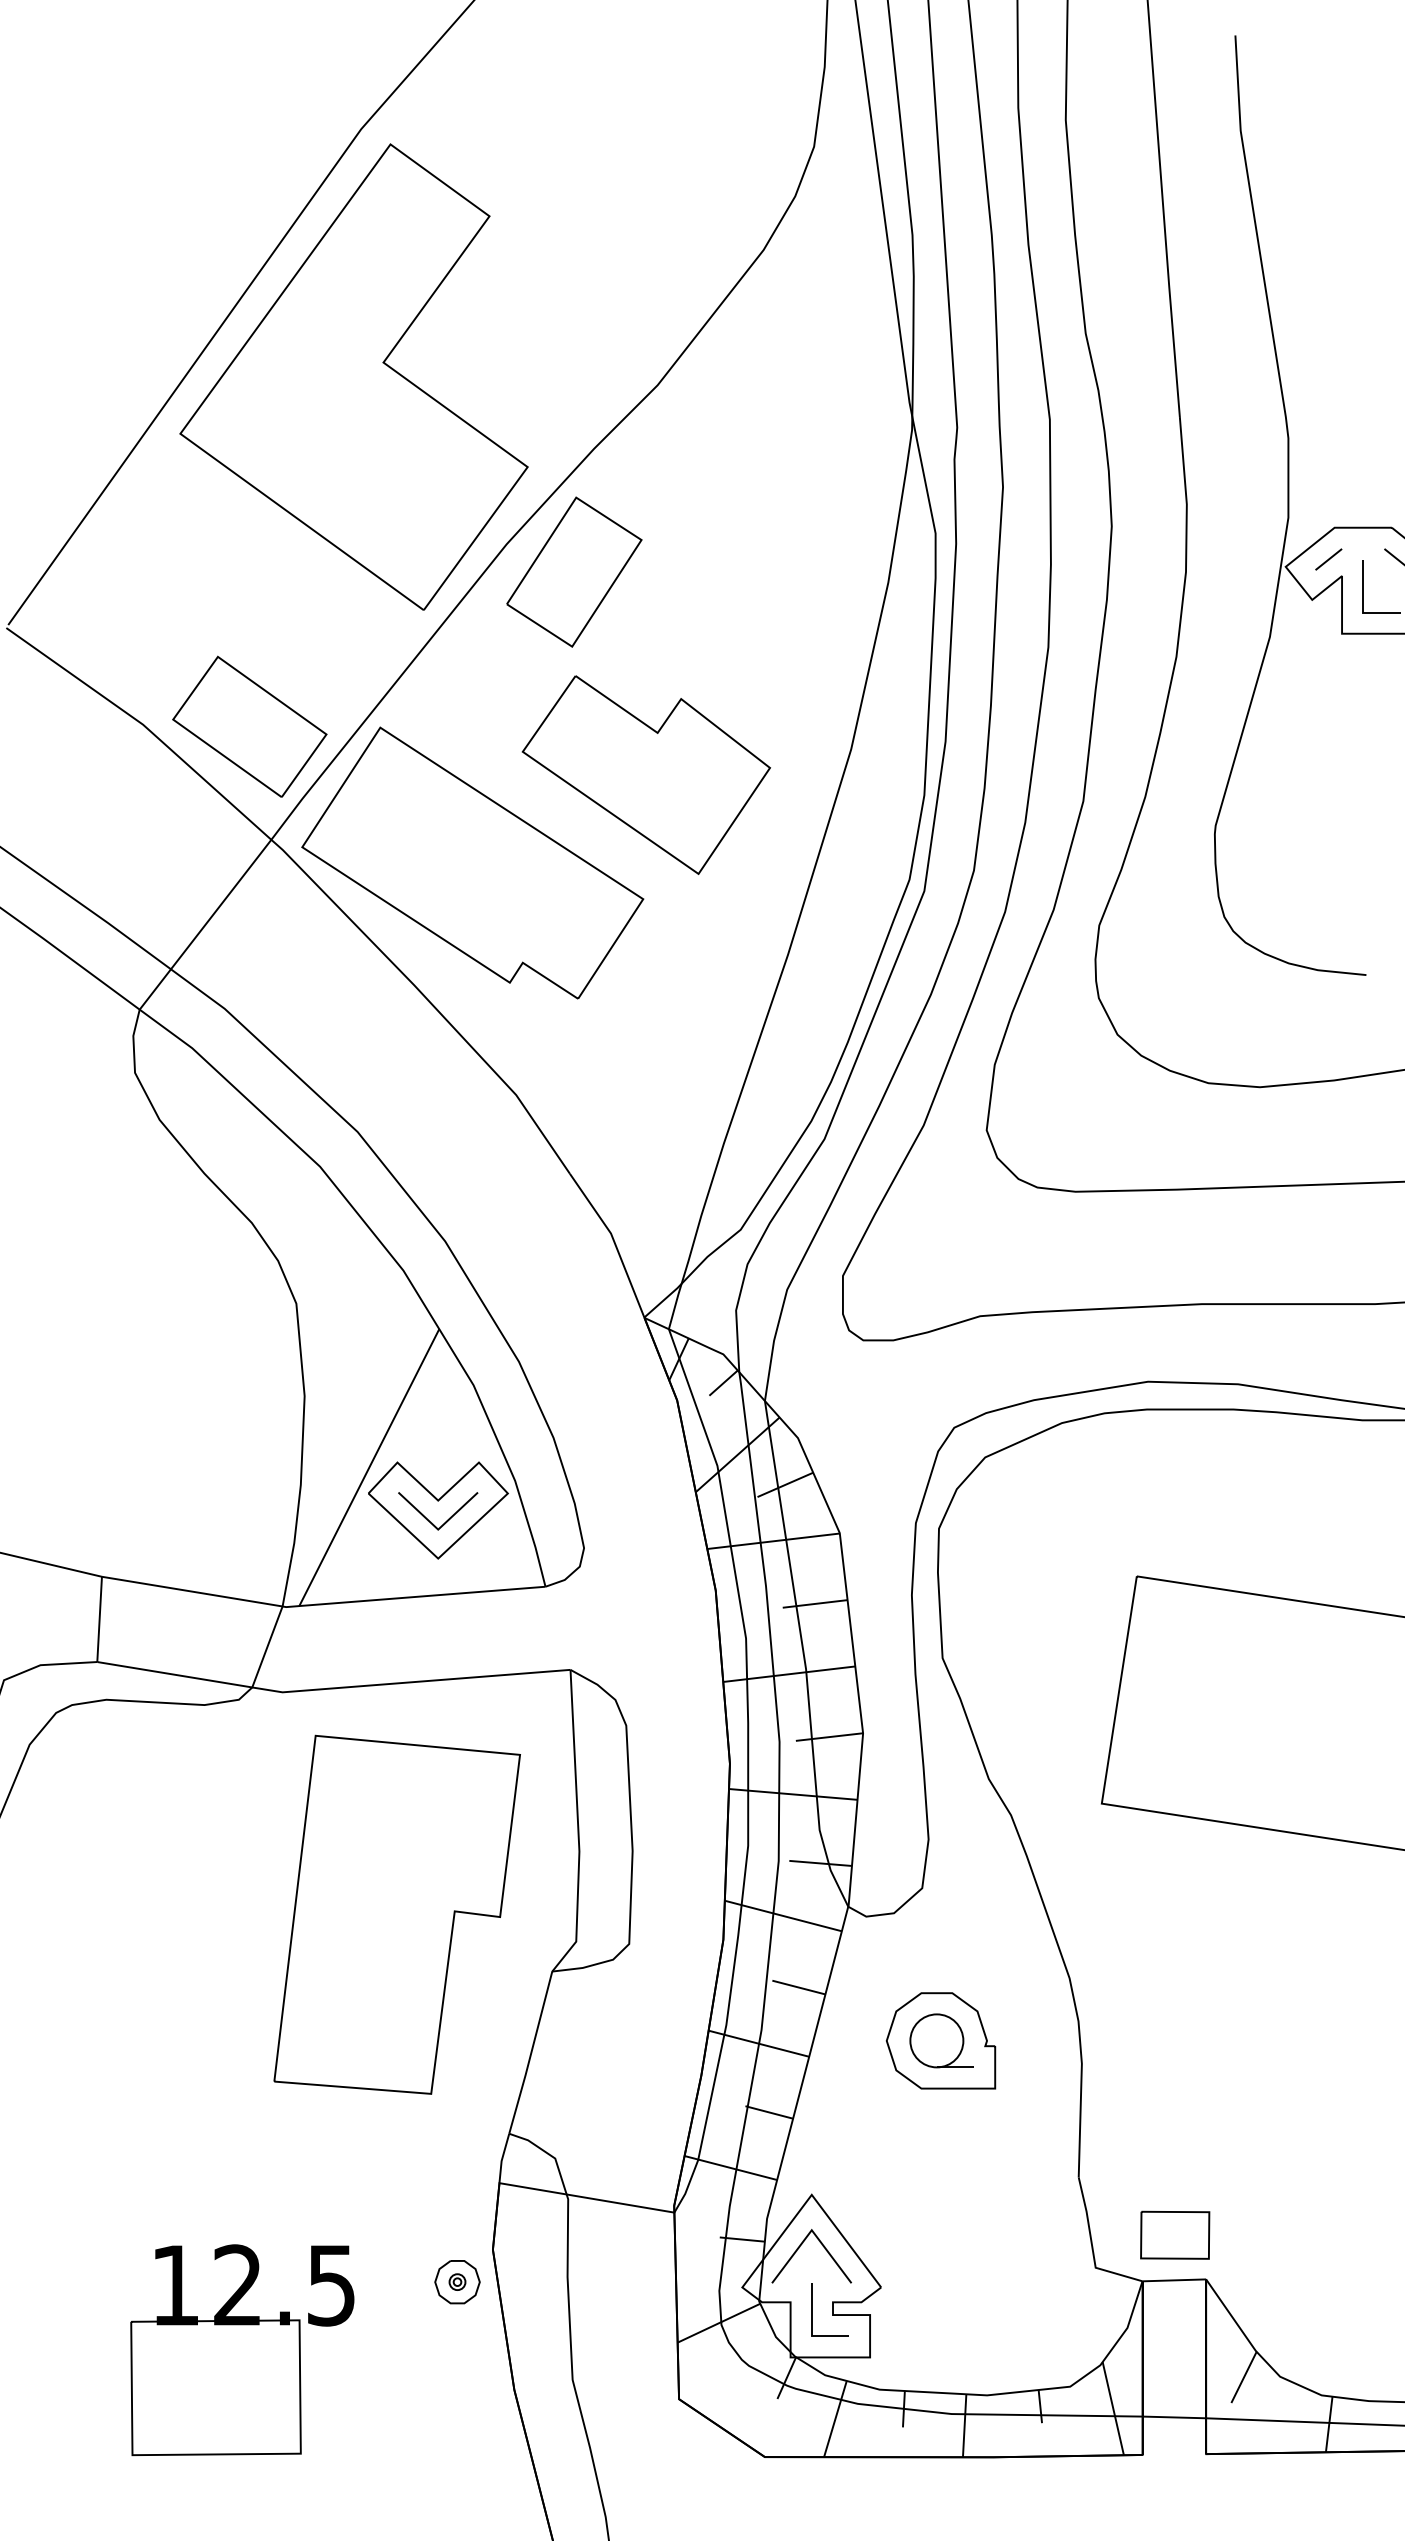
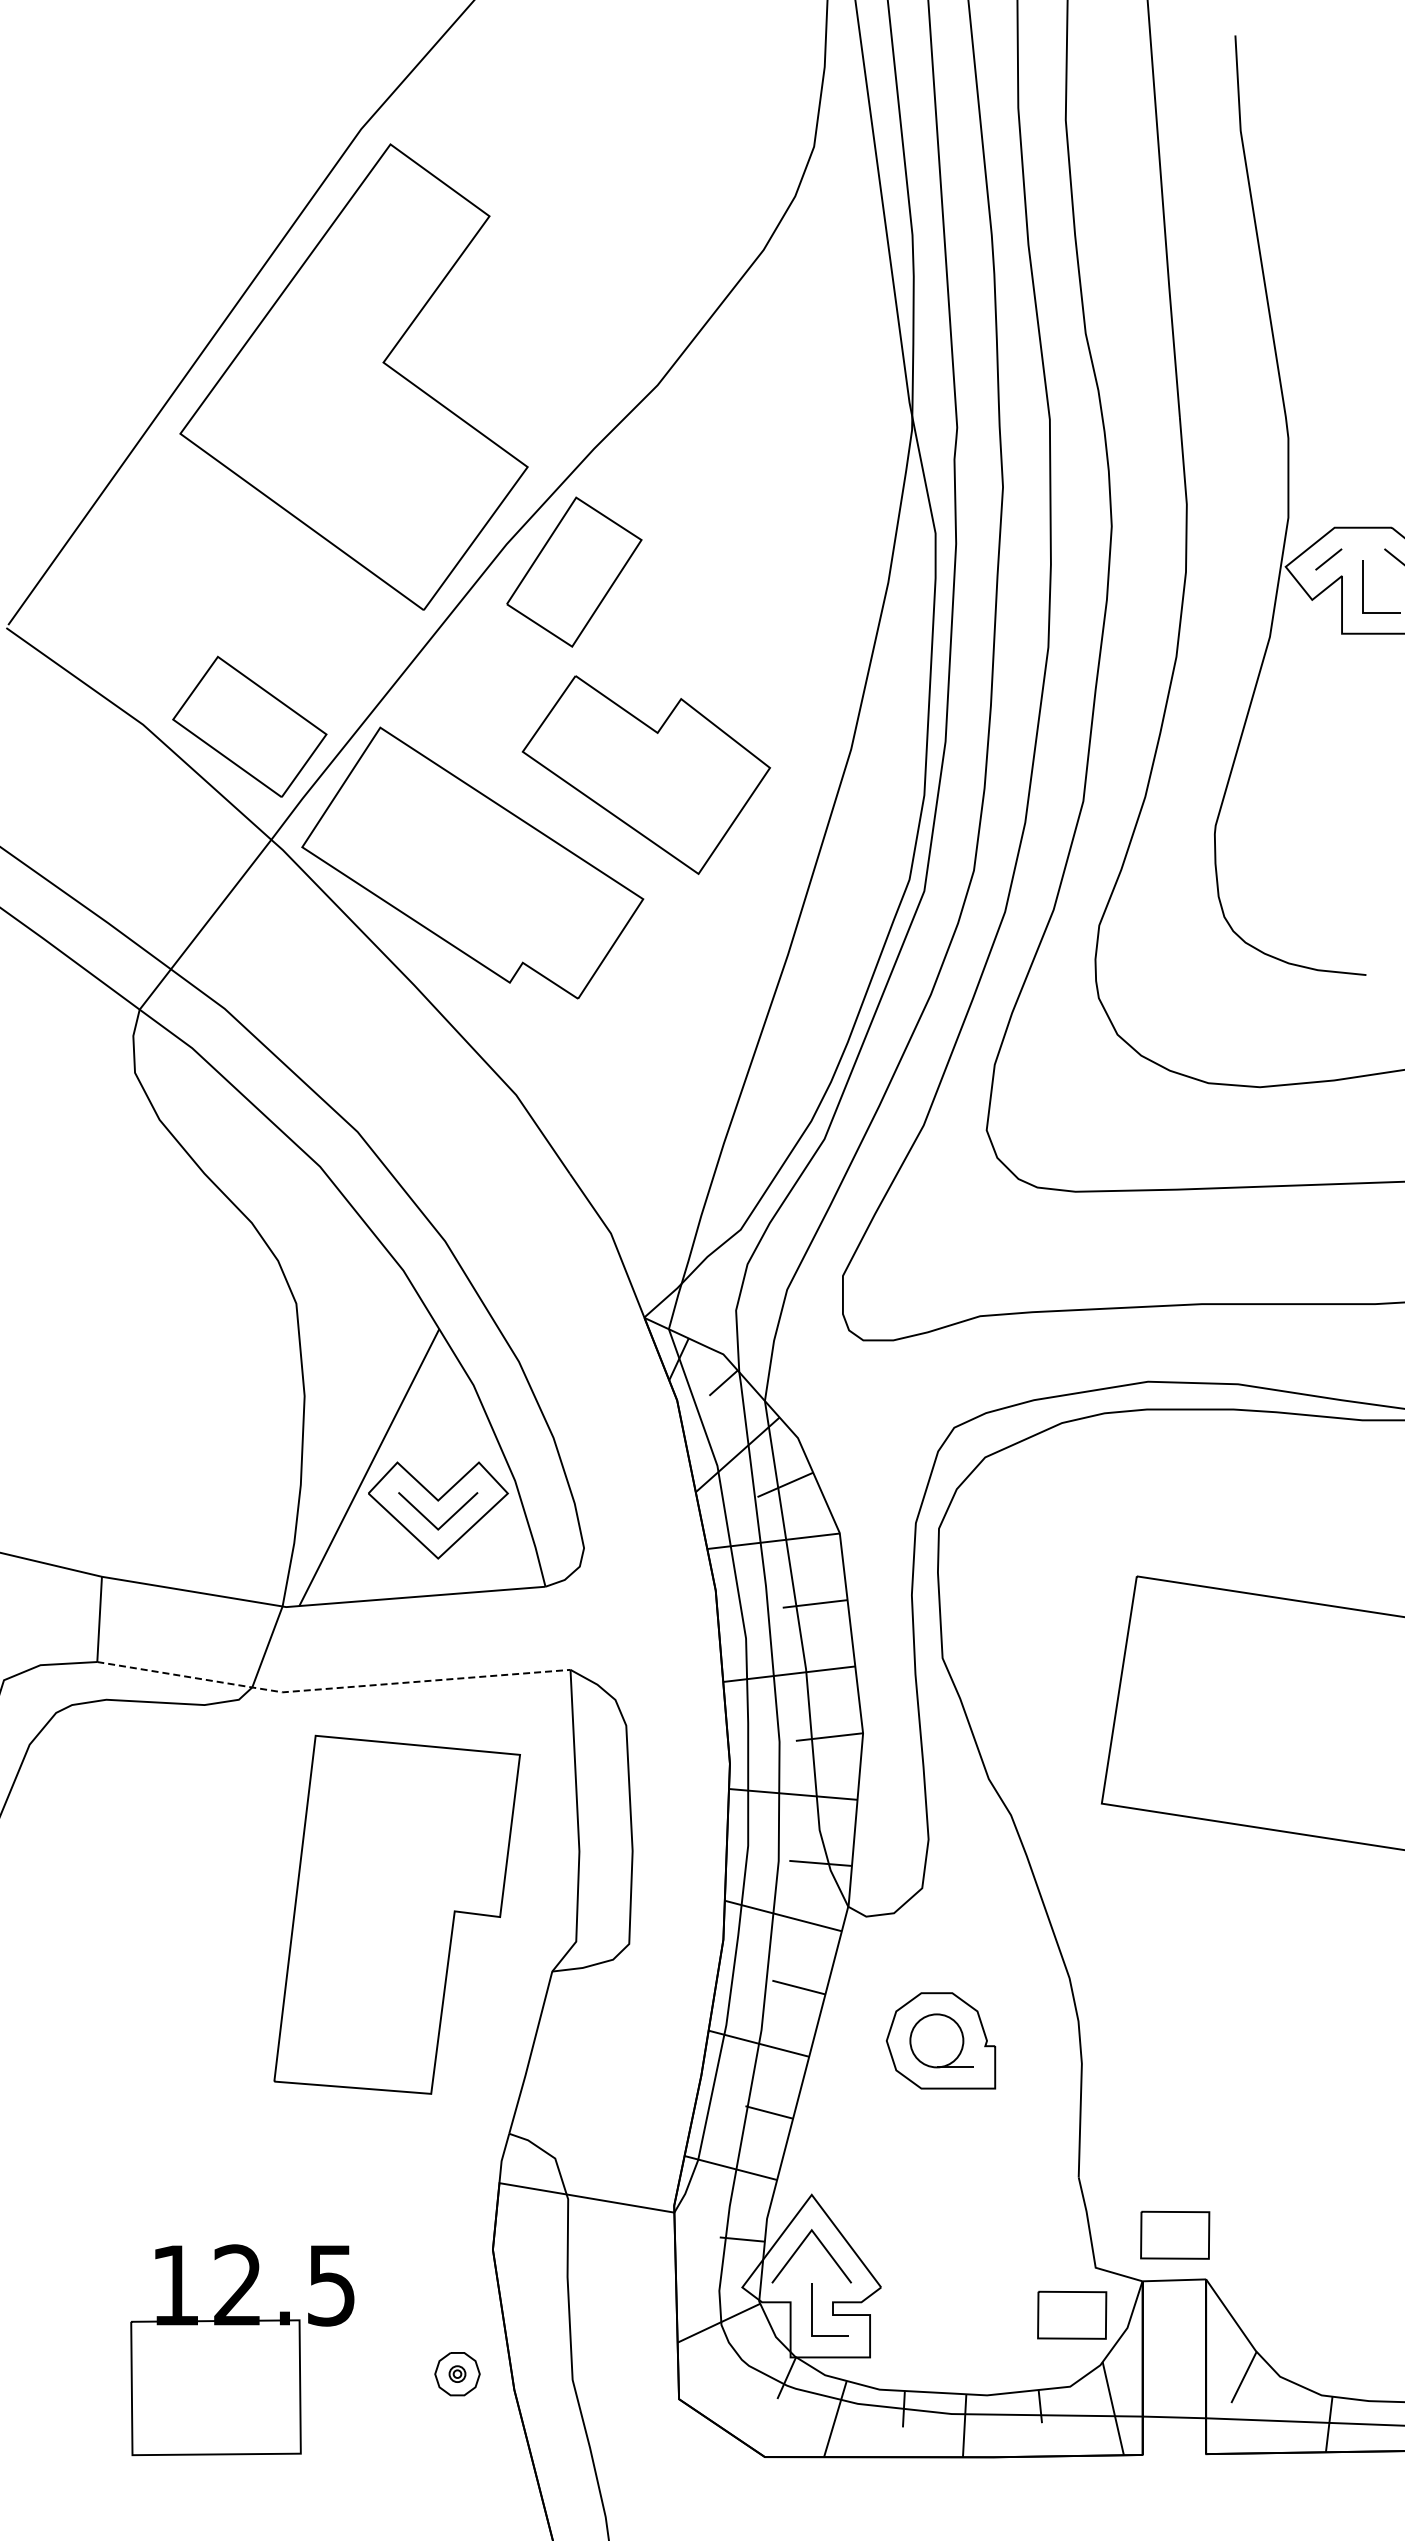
line at (331, 1688): solid -> dashed
part at (457, 2282) position: (457, 2282) -> (457, 2374)
part at (1072, 2314): none -> present
